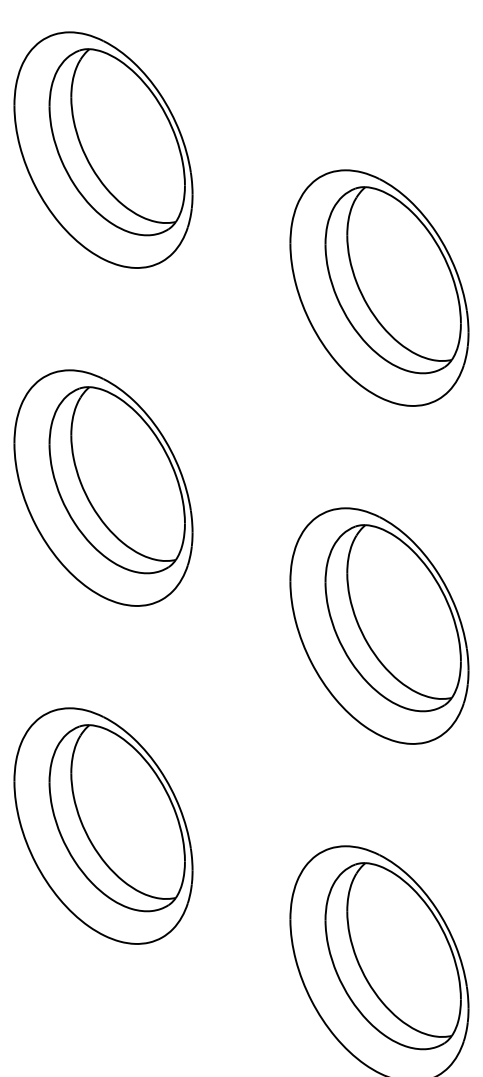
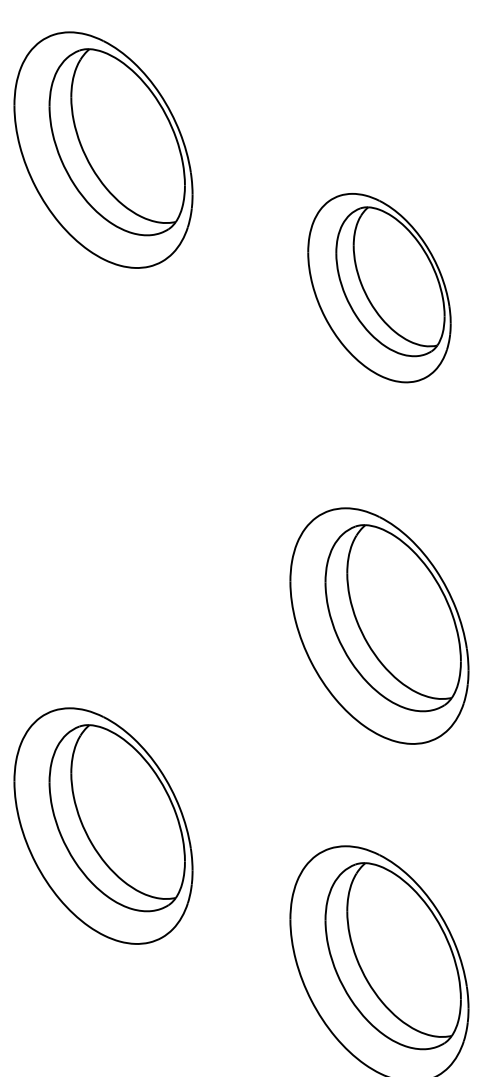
part at (379, 287) size: 181x238 px -> 145x191 px
part at (103, 487): present -> none
